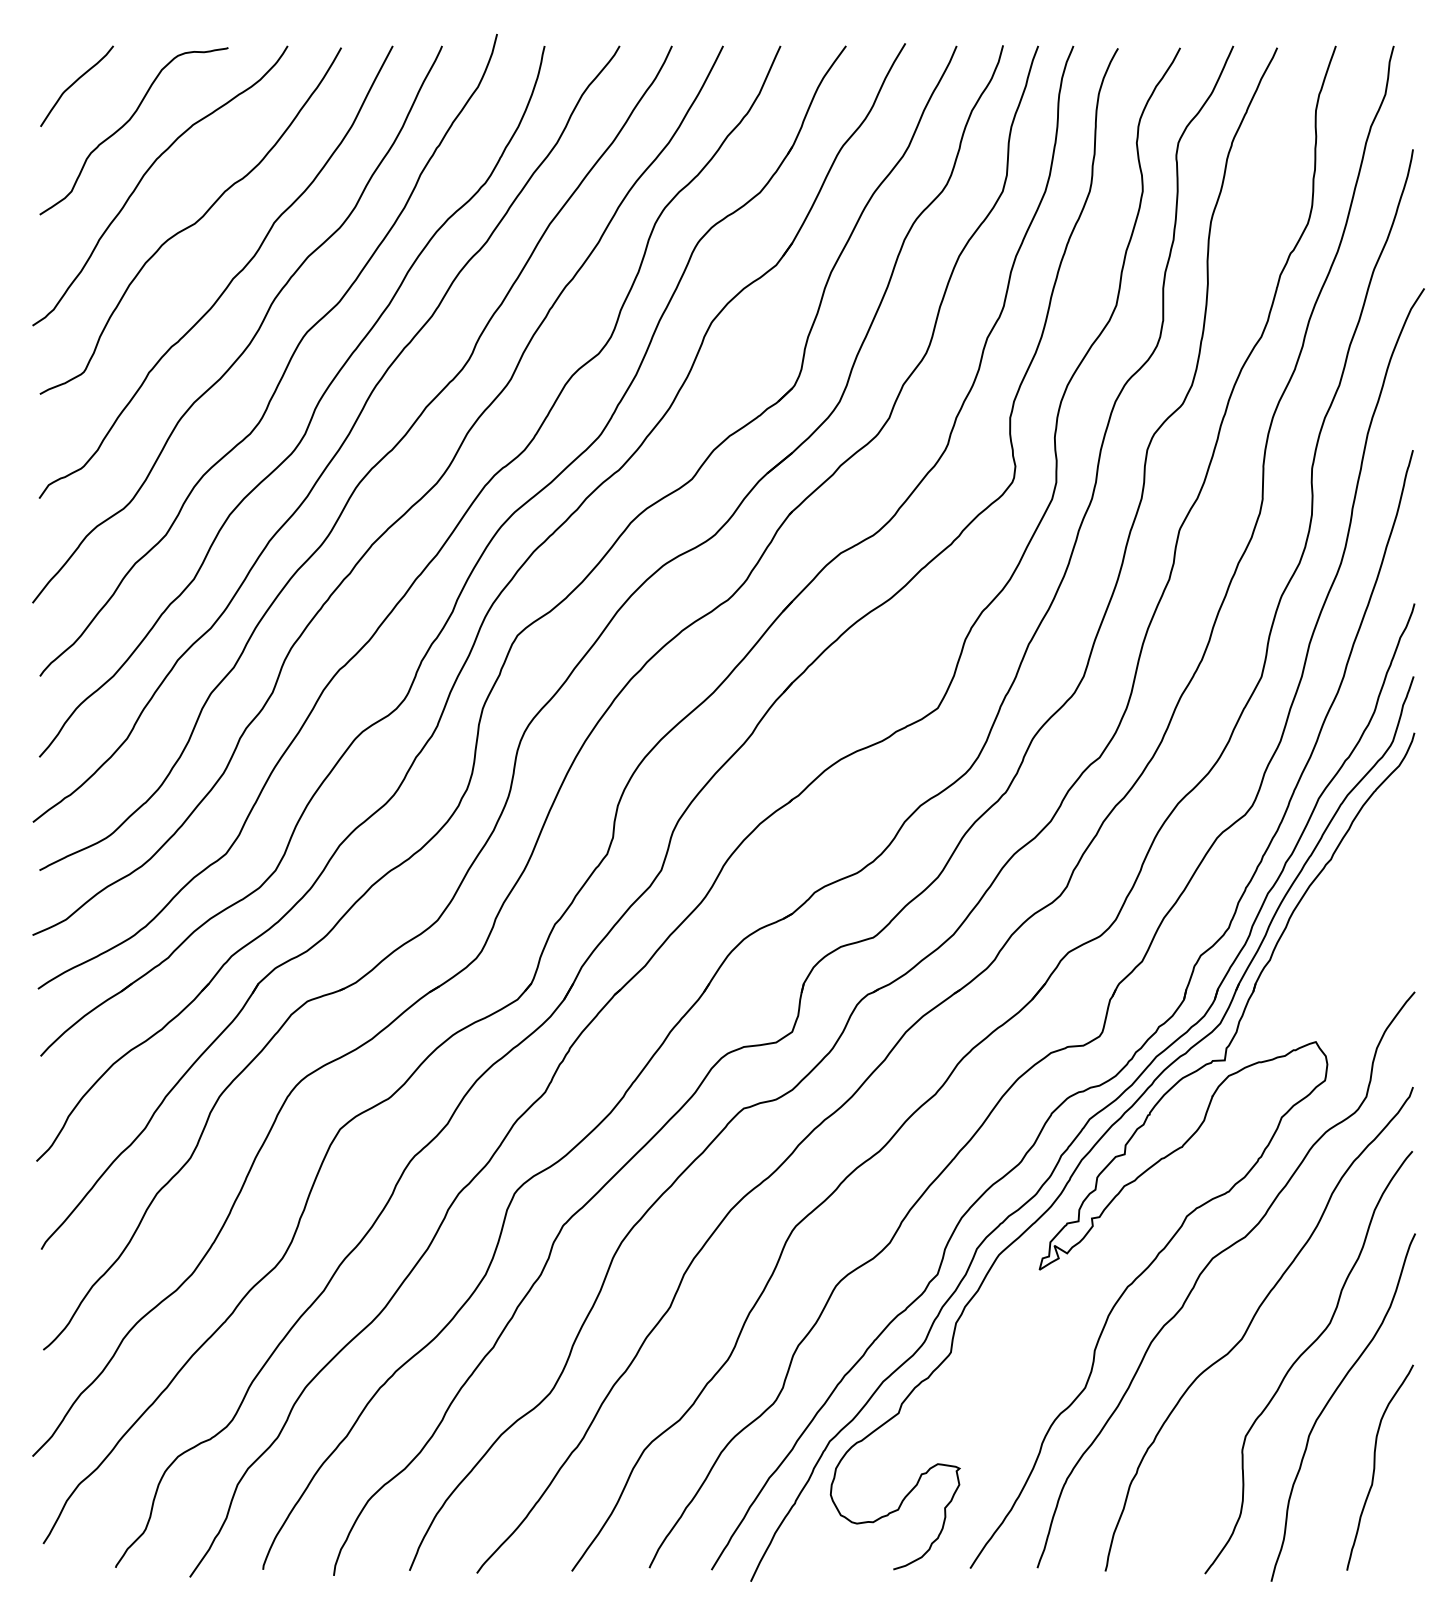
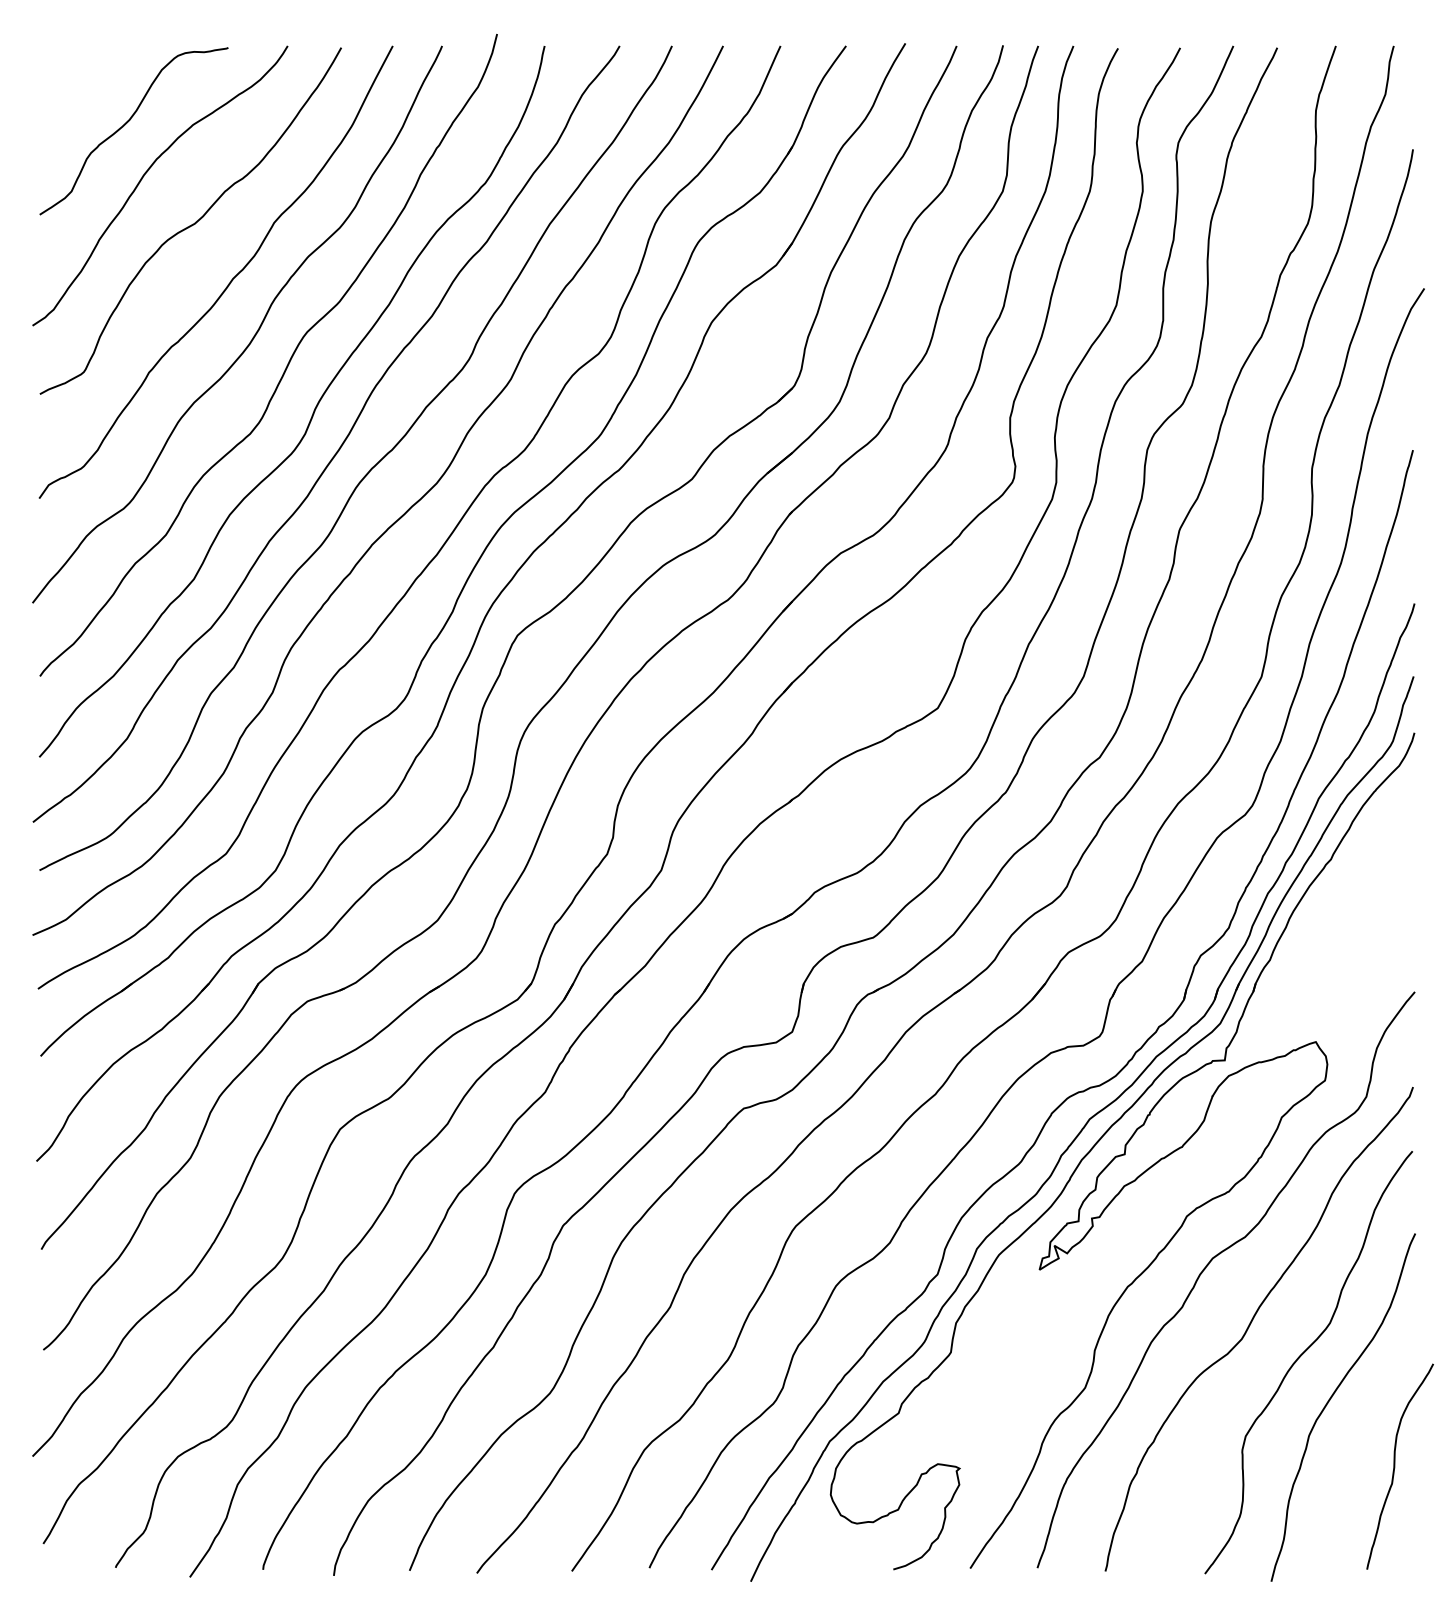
curve at (75, 83): present -> none
curve at (1375, 1467) position: (1375, 1467) -> (1395, 1466)
